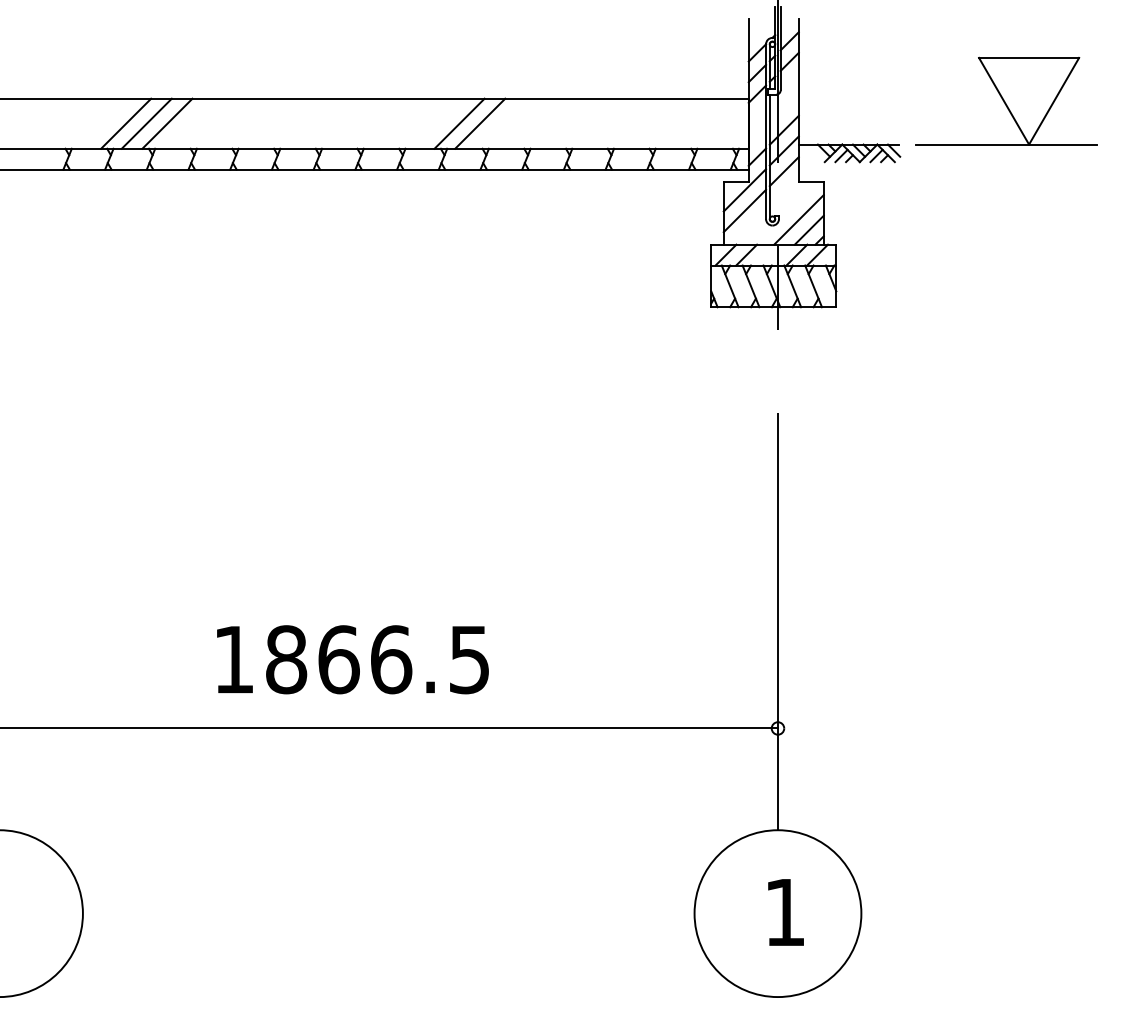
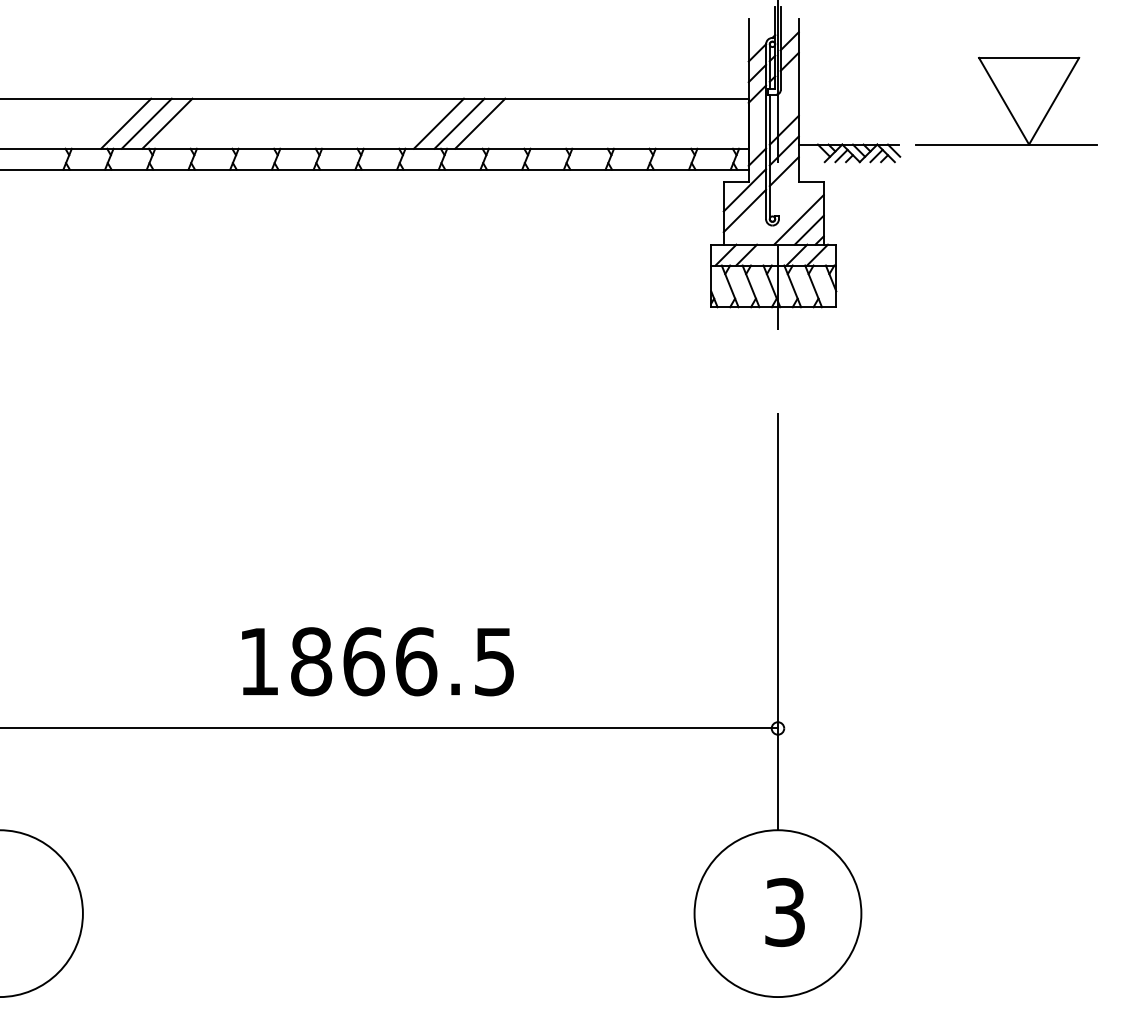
line at (438, 123): none -> present
text at (352, 659) position: (352, 659) -> (377, 661)
text at (784, 912): 1 -> 3
